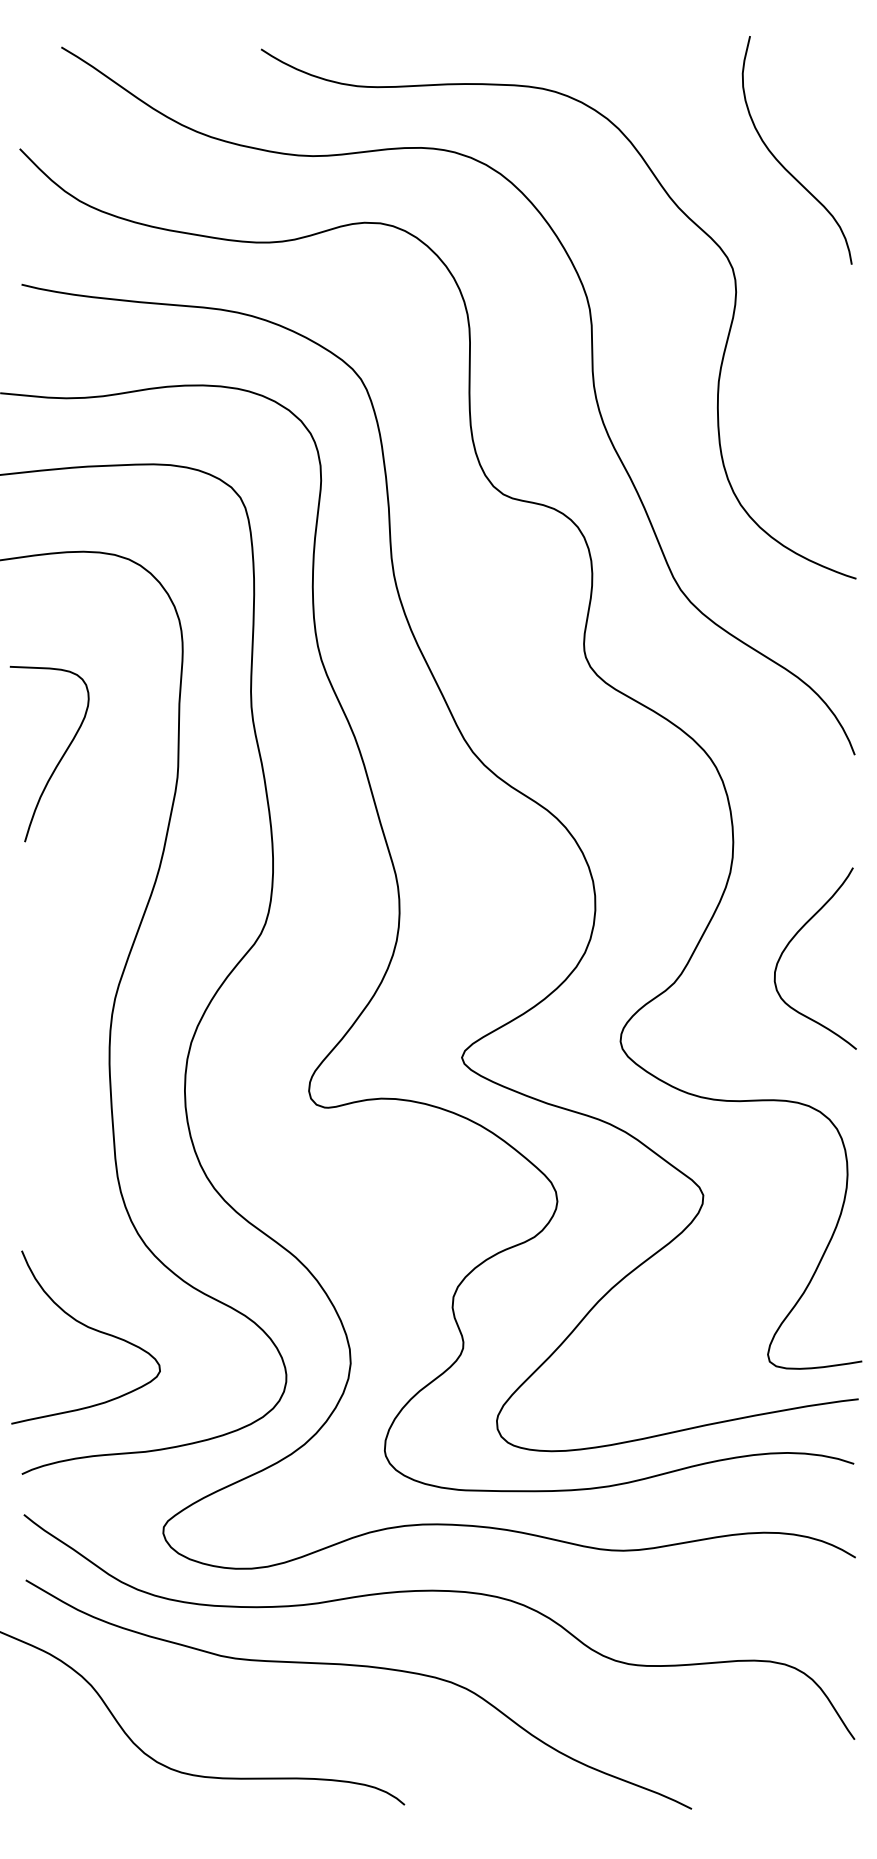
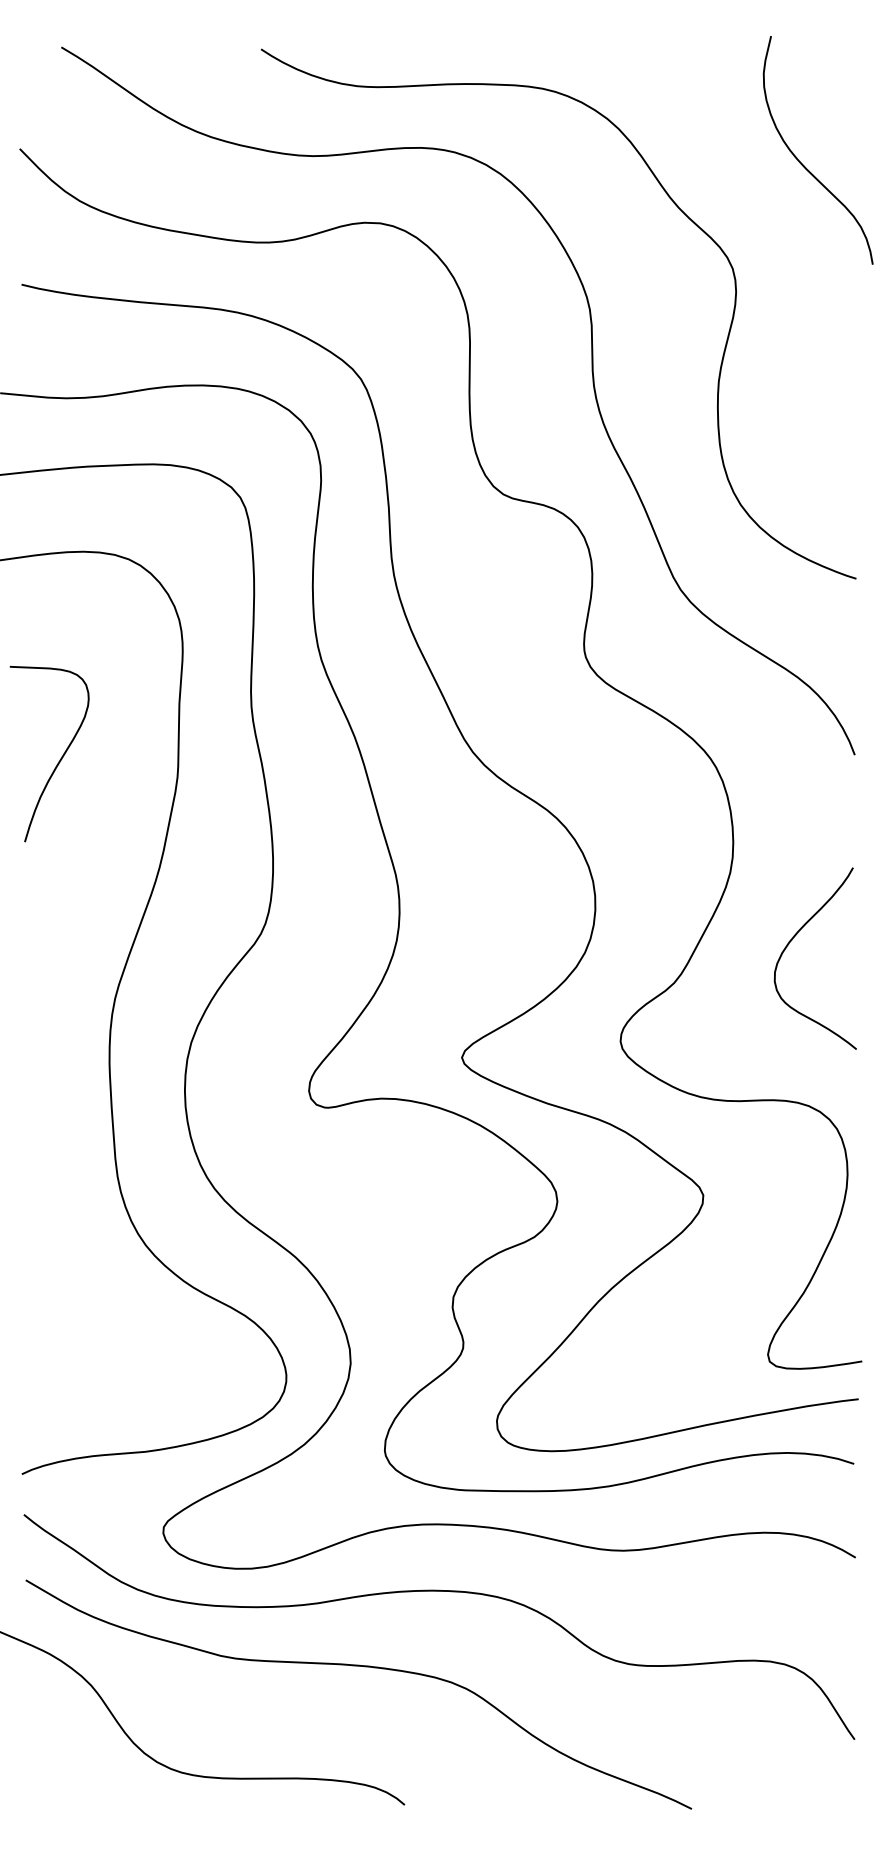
curve at (782, 164) position: (782, 164) -> (803, 164)
curve at (88, 1328): present -> none
